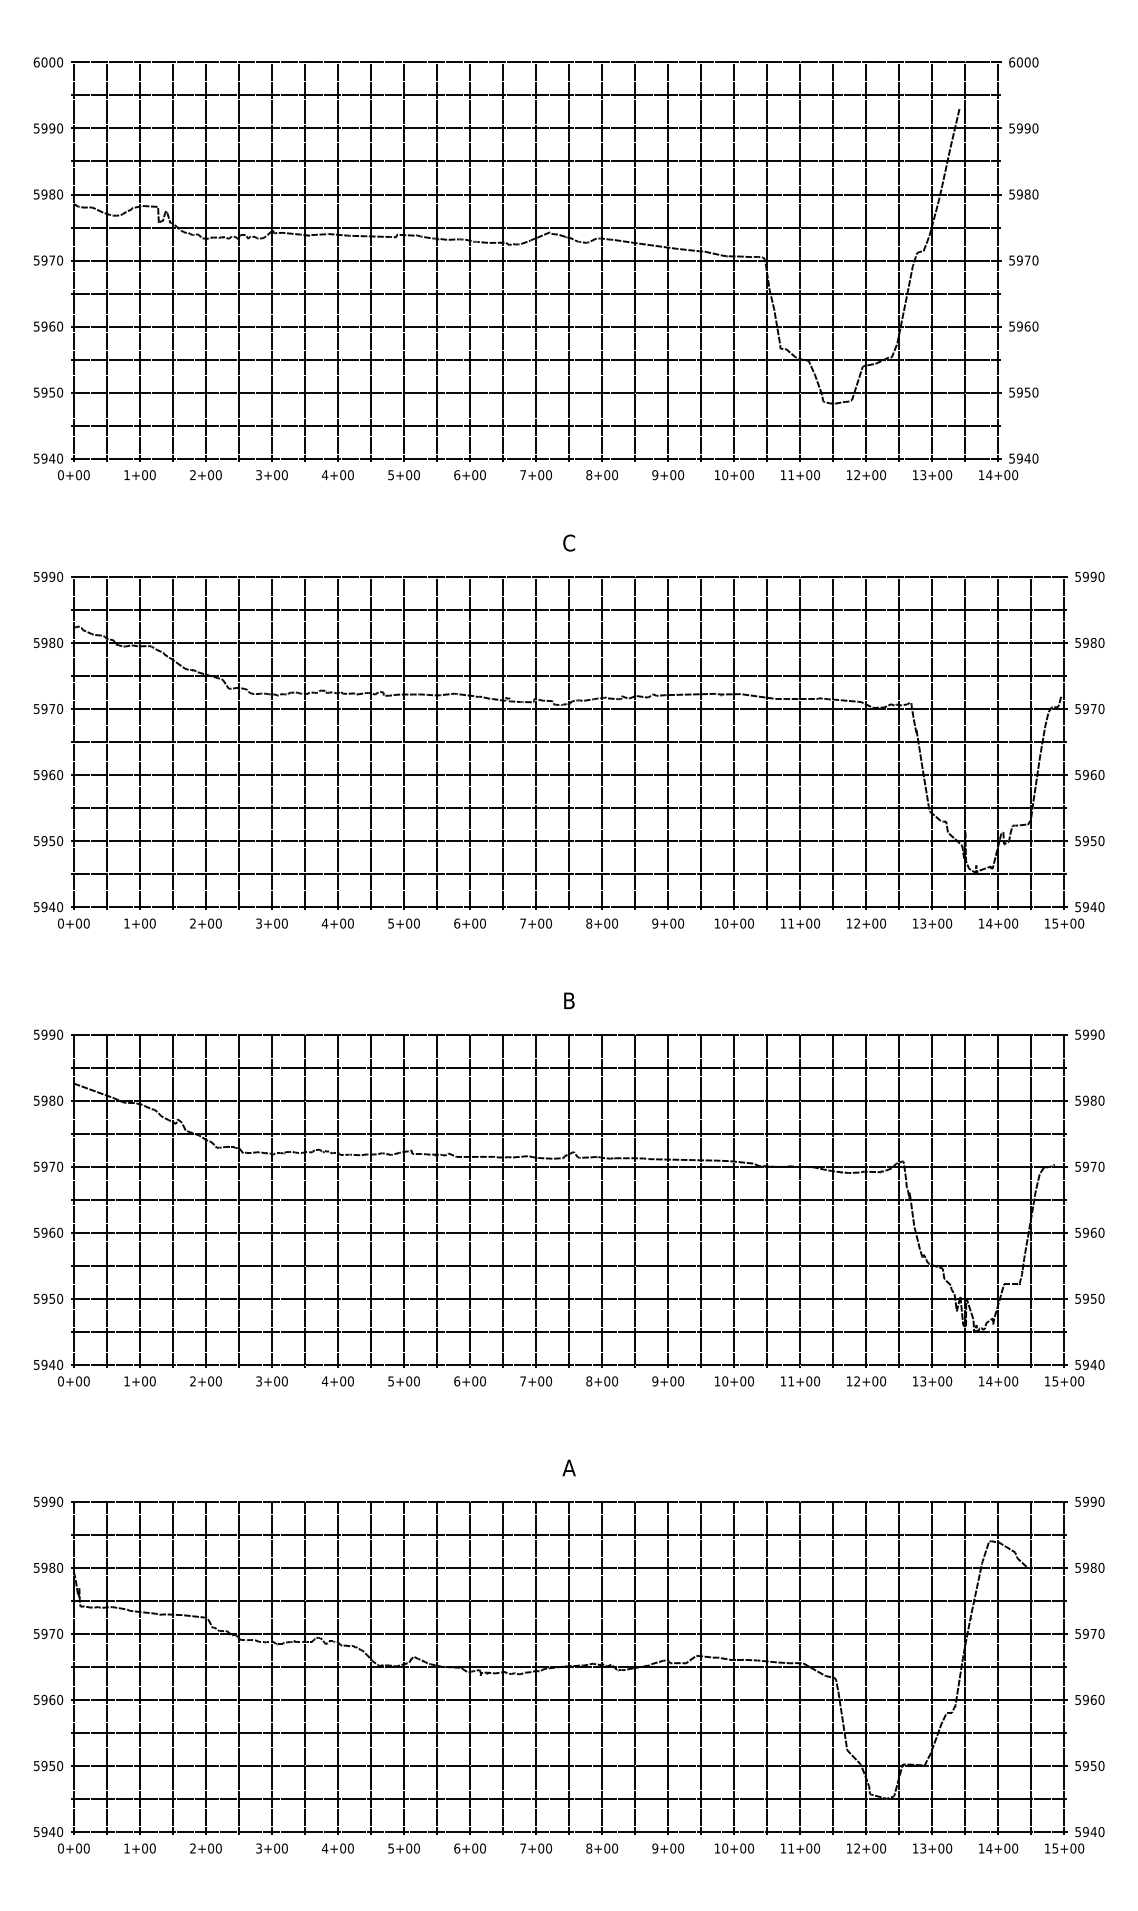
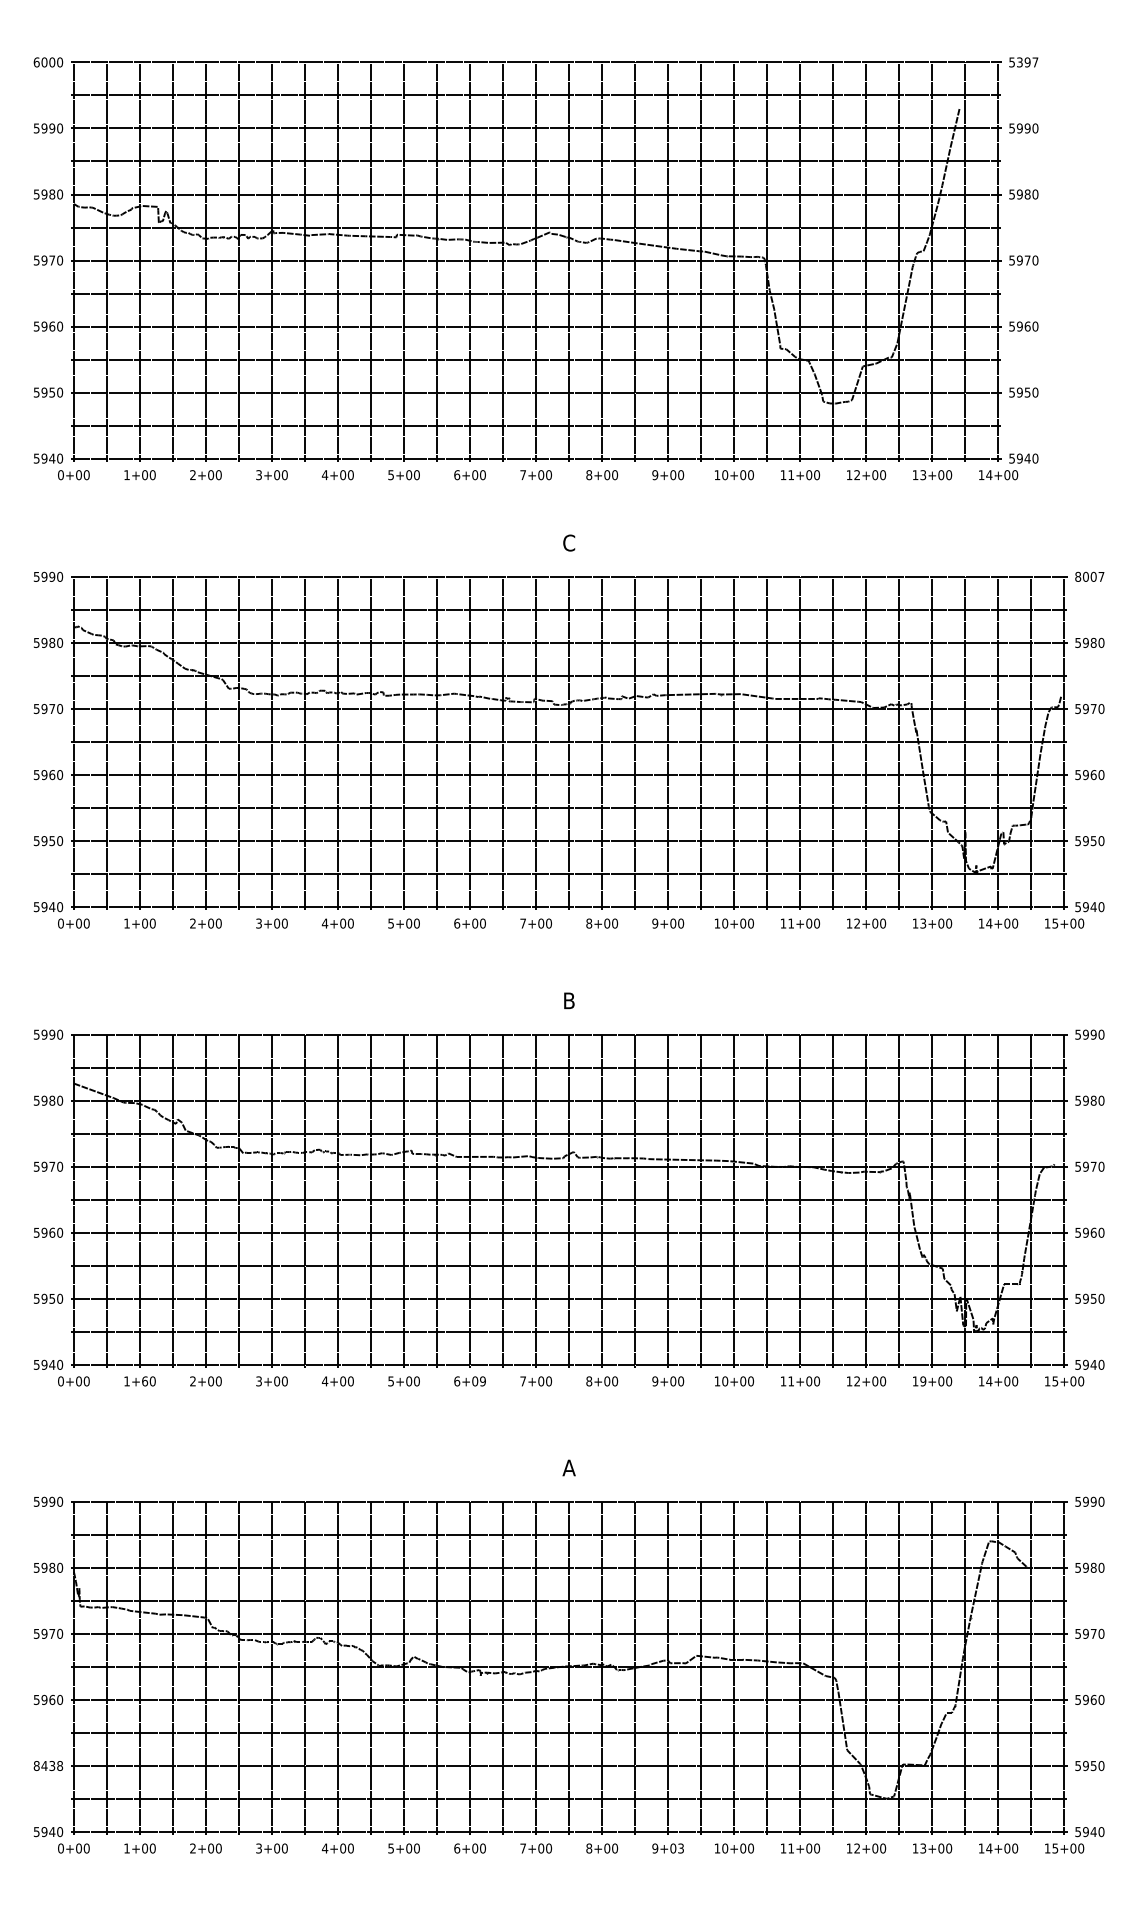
text at (1023, 62): 6000 -> 5397
text at (1089, 576): 5990 -> 8007
text at (145, 1381): 1+00 -> 1+60
text at (482, 1381): 6+00 -> 6+09
text at (923, 1381): 13+00 -> 19+00
text at (48, 1765): 5950 -> 8438
text at (681, 1848): 9+00 -> 9+03
